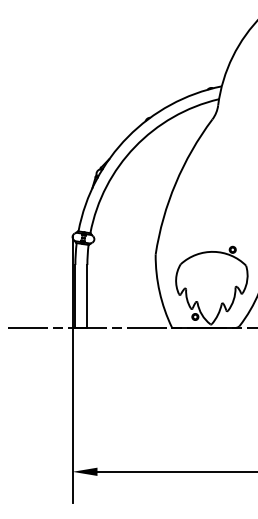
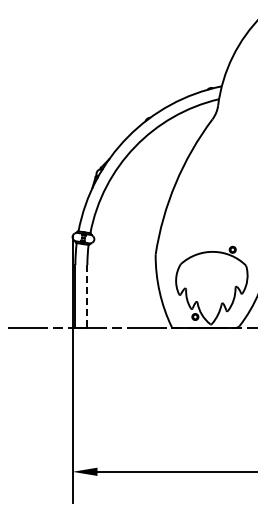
line at (87, 296): solid -> dashed
